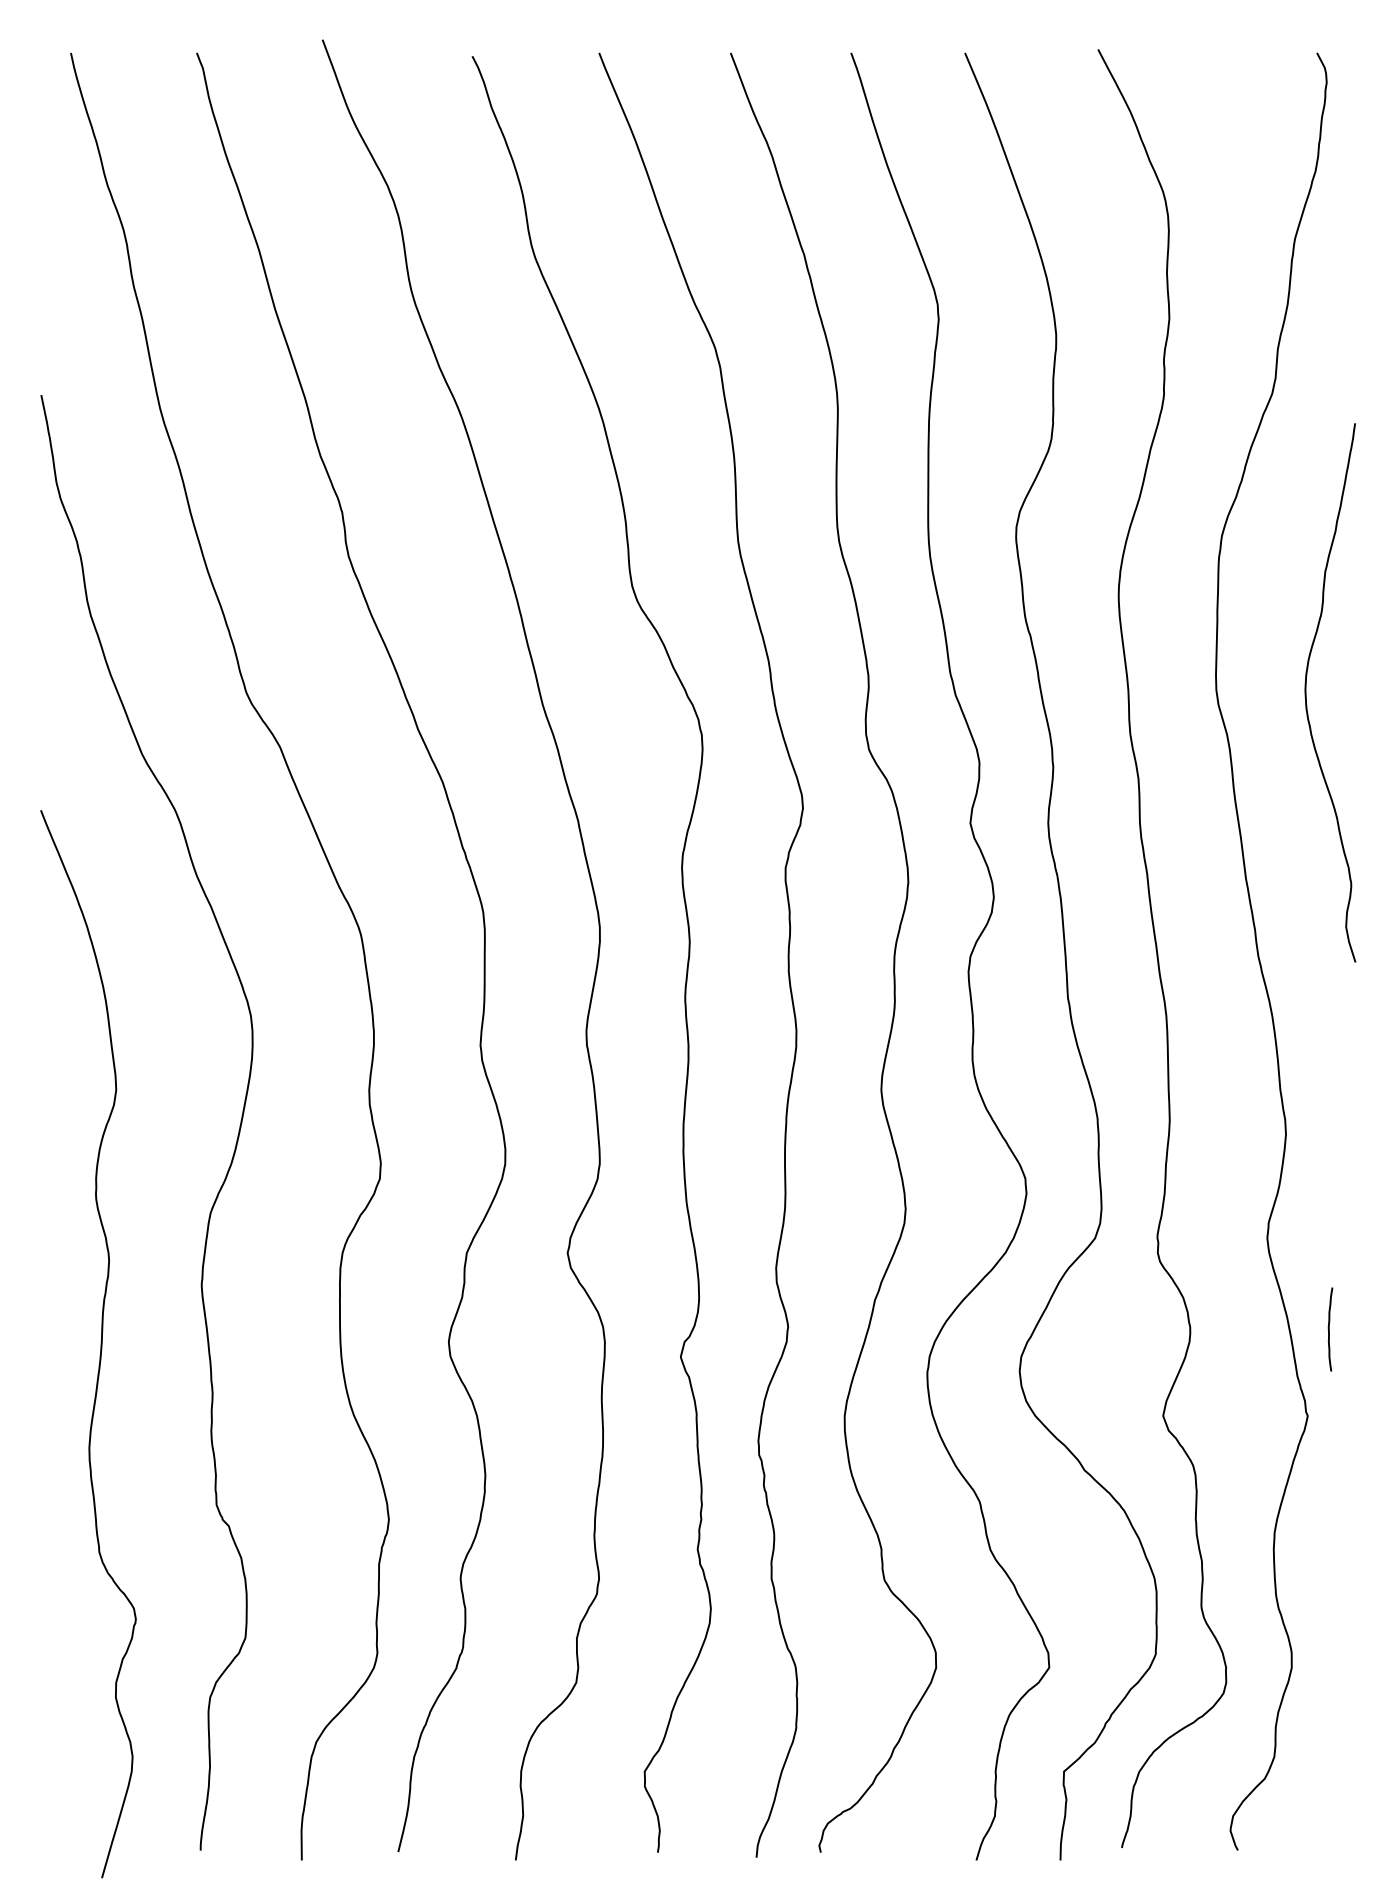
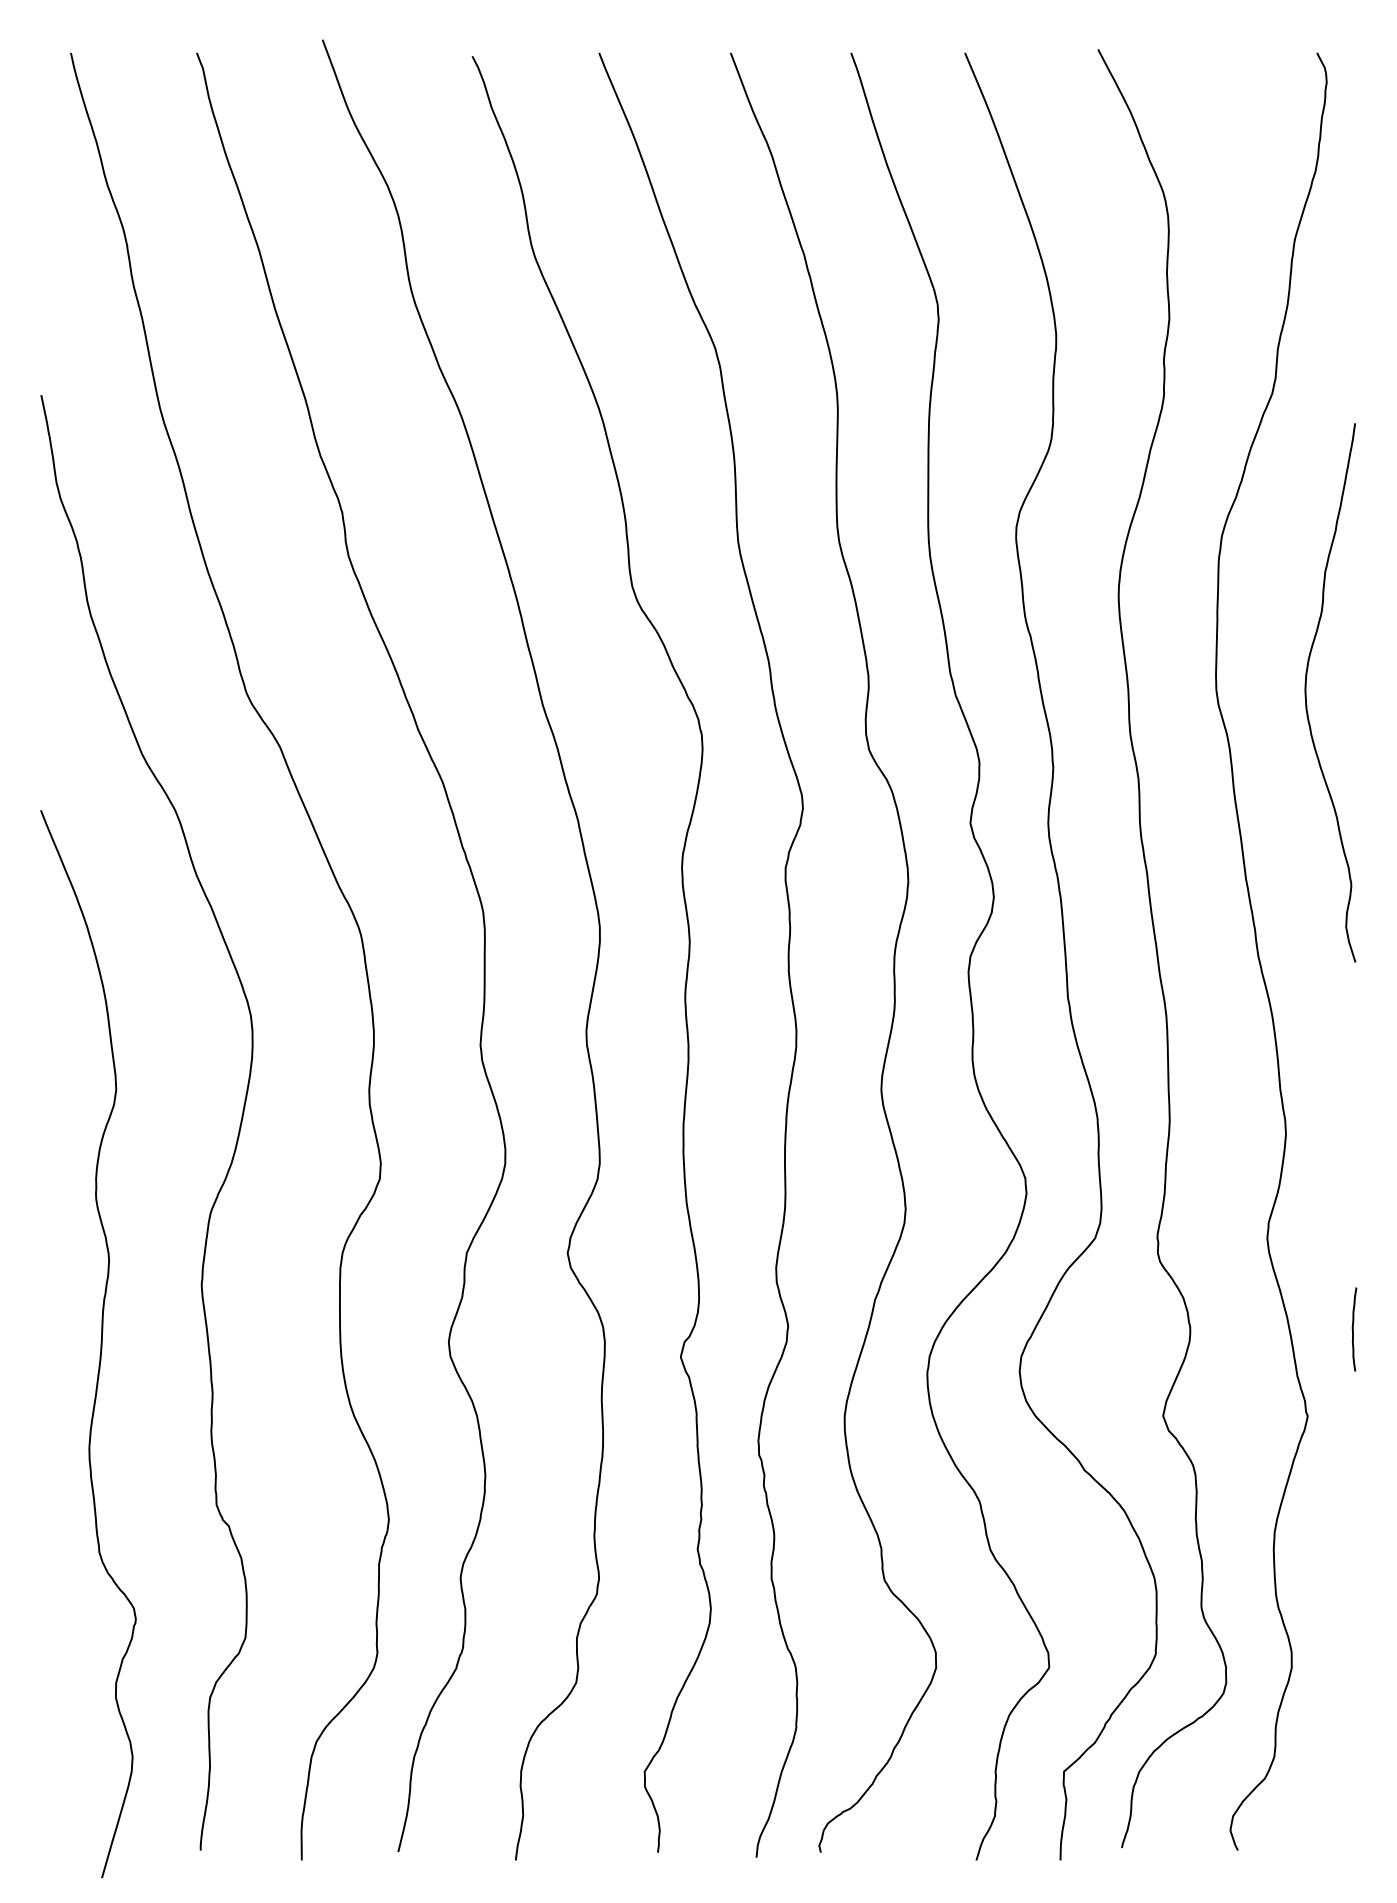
curve at (1329, 1329) position: (1329, 1329) -> (1353, 1329)
